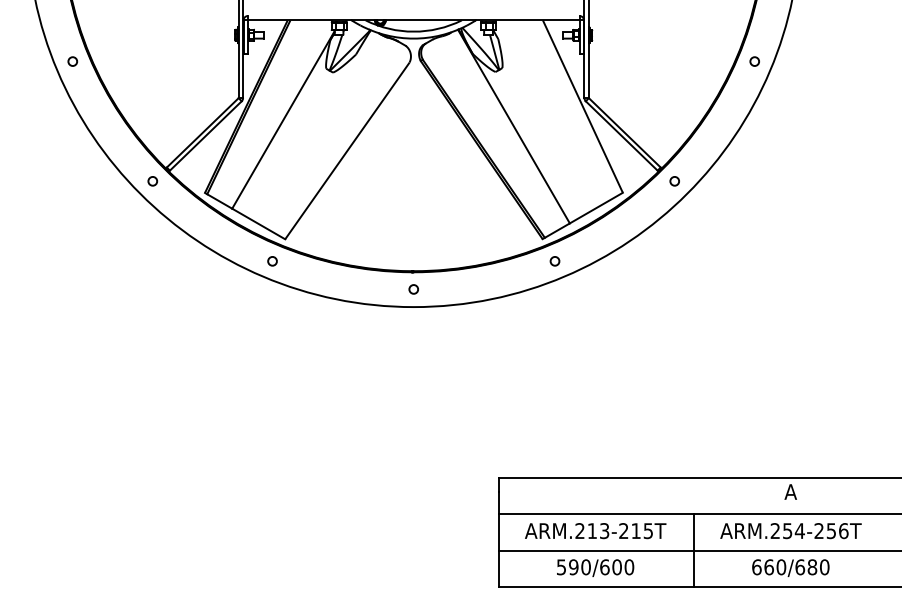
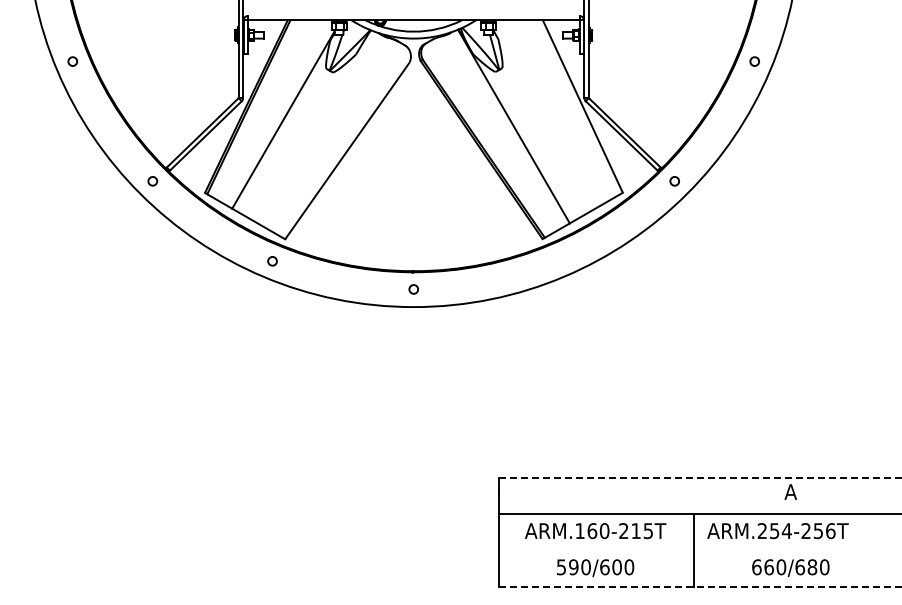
circle at (554, 261): present -> none
line at (700, 478): solid -> dashed
text at (592, 531): ARM.213-215T -> ARM.160-215T
text at (790, 531) position: (790, 531) -> (777, 531)
line at (698, 550): present -> none
line at (700, 586): solid -> dashed
